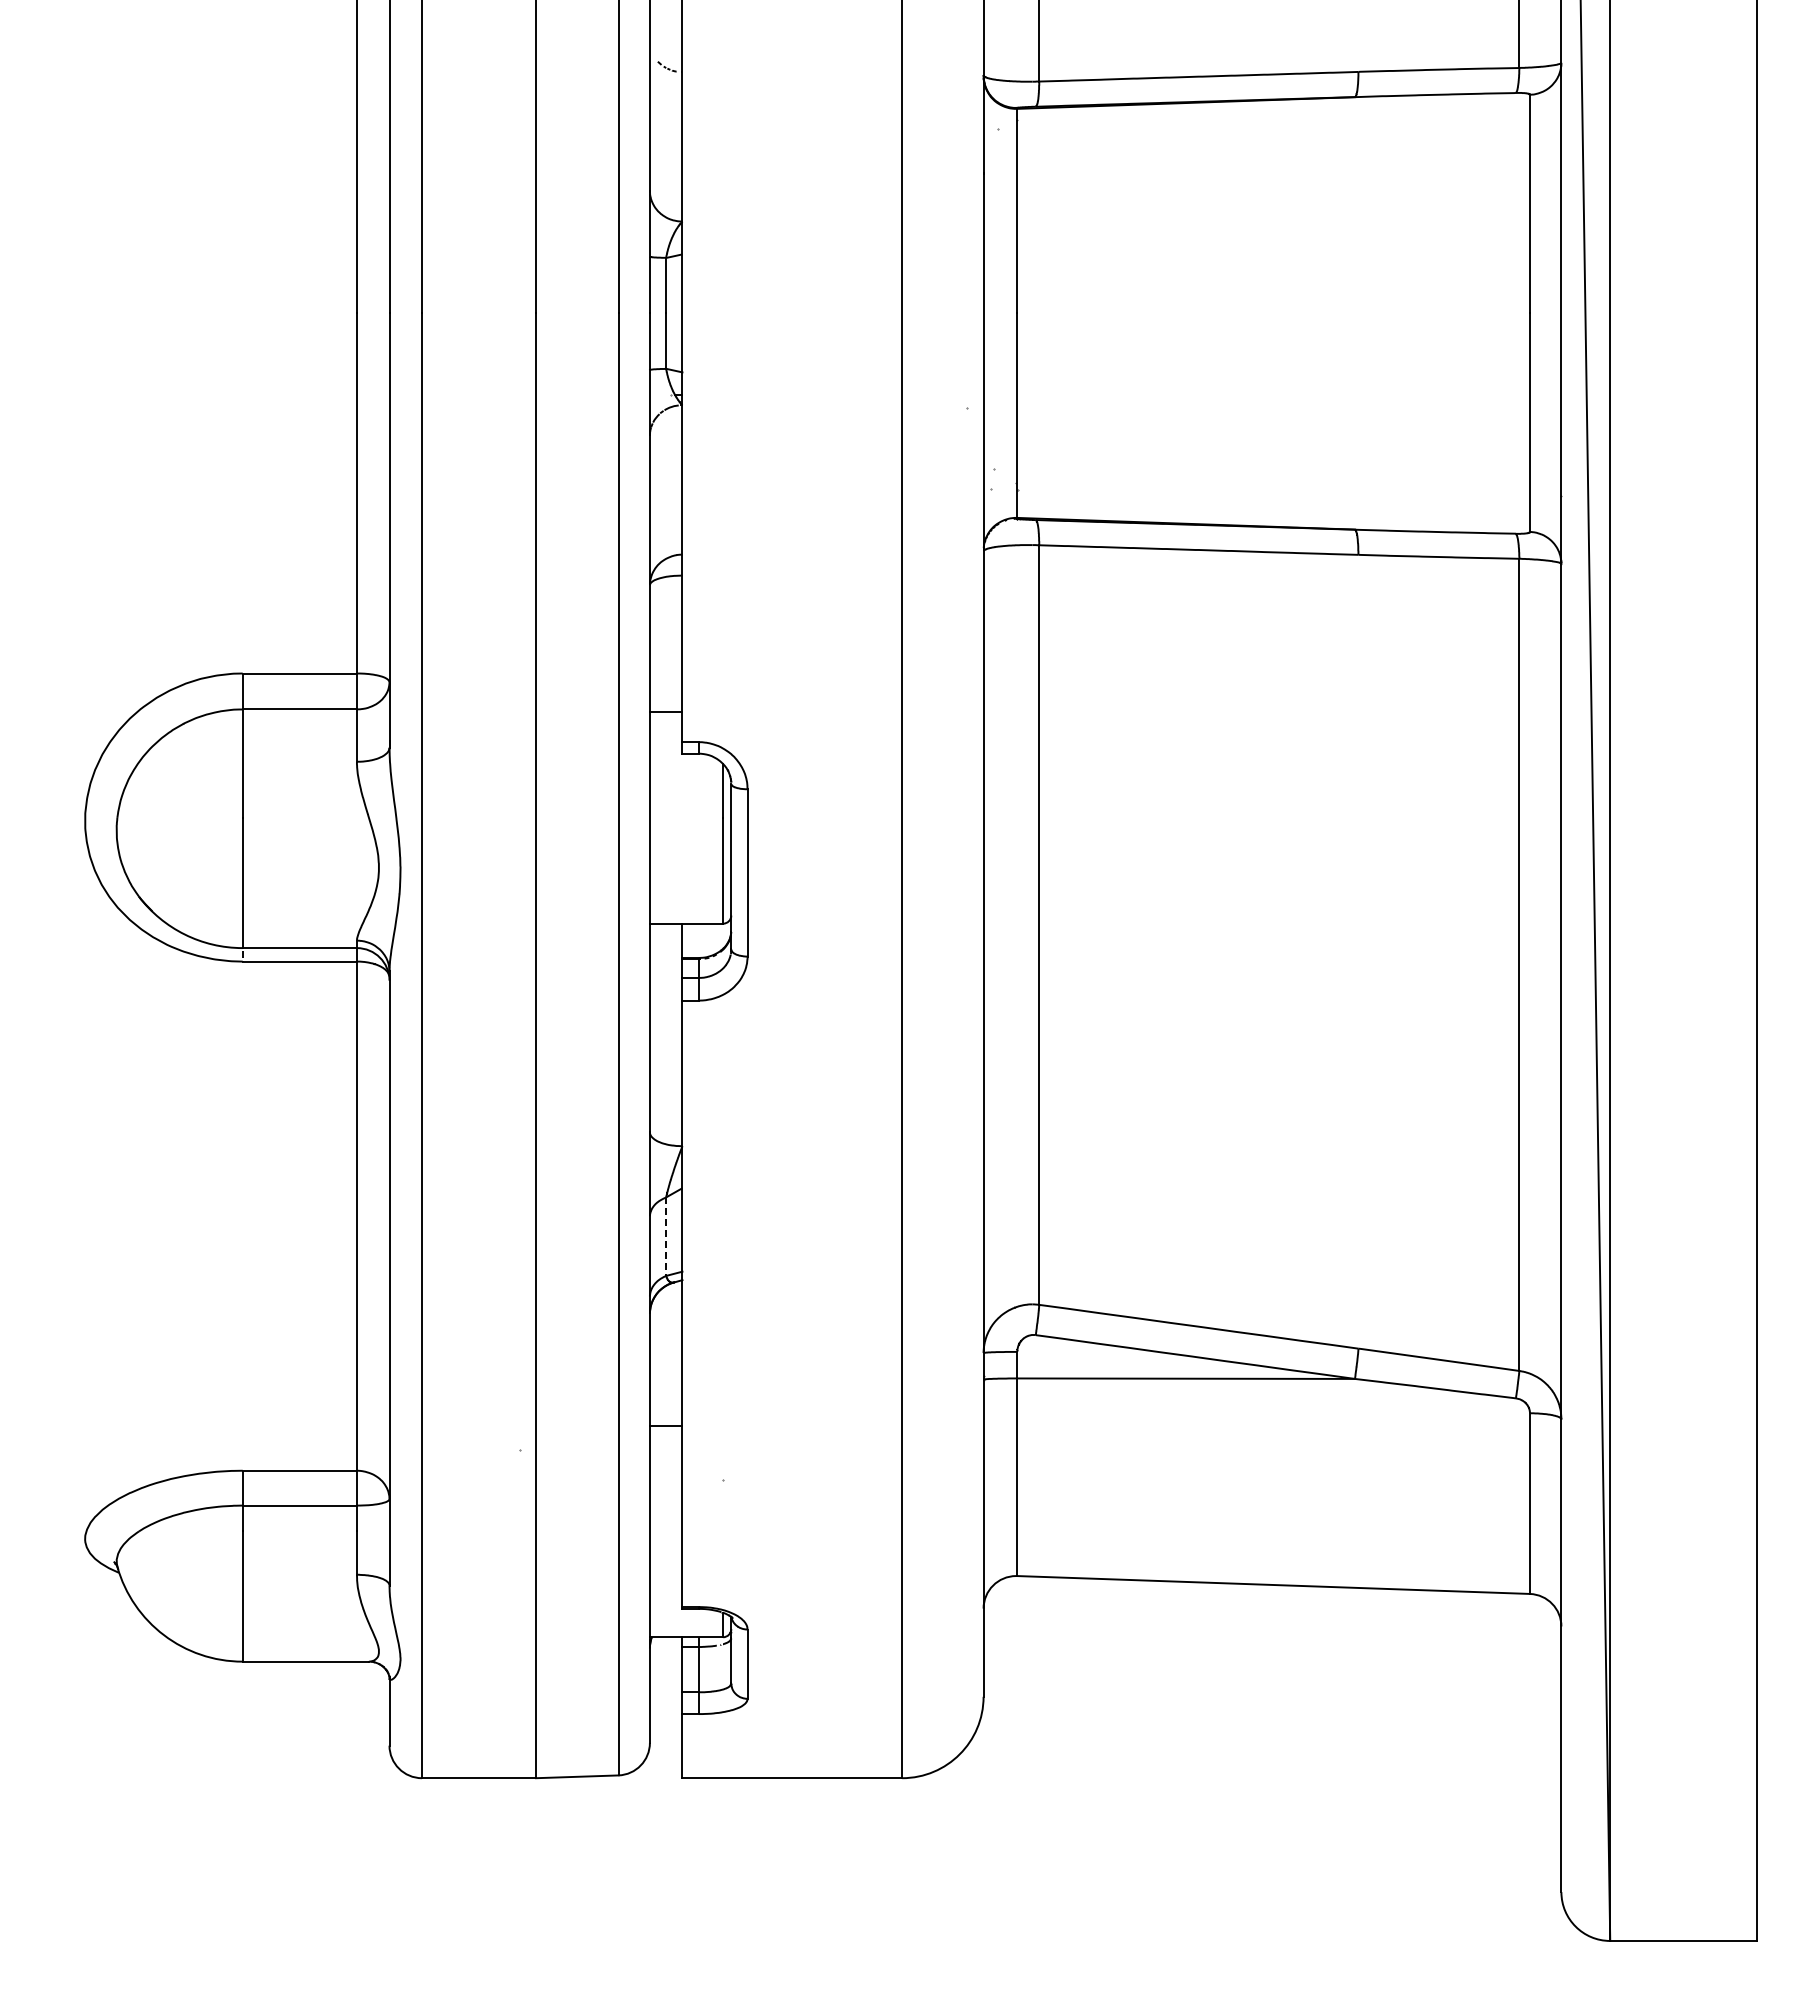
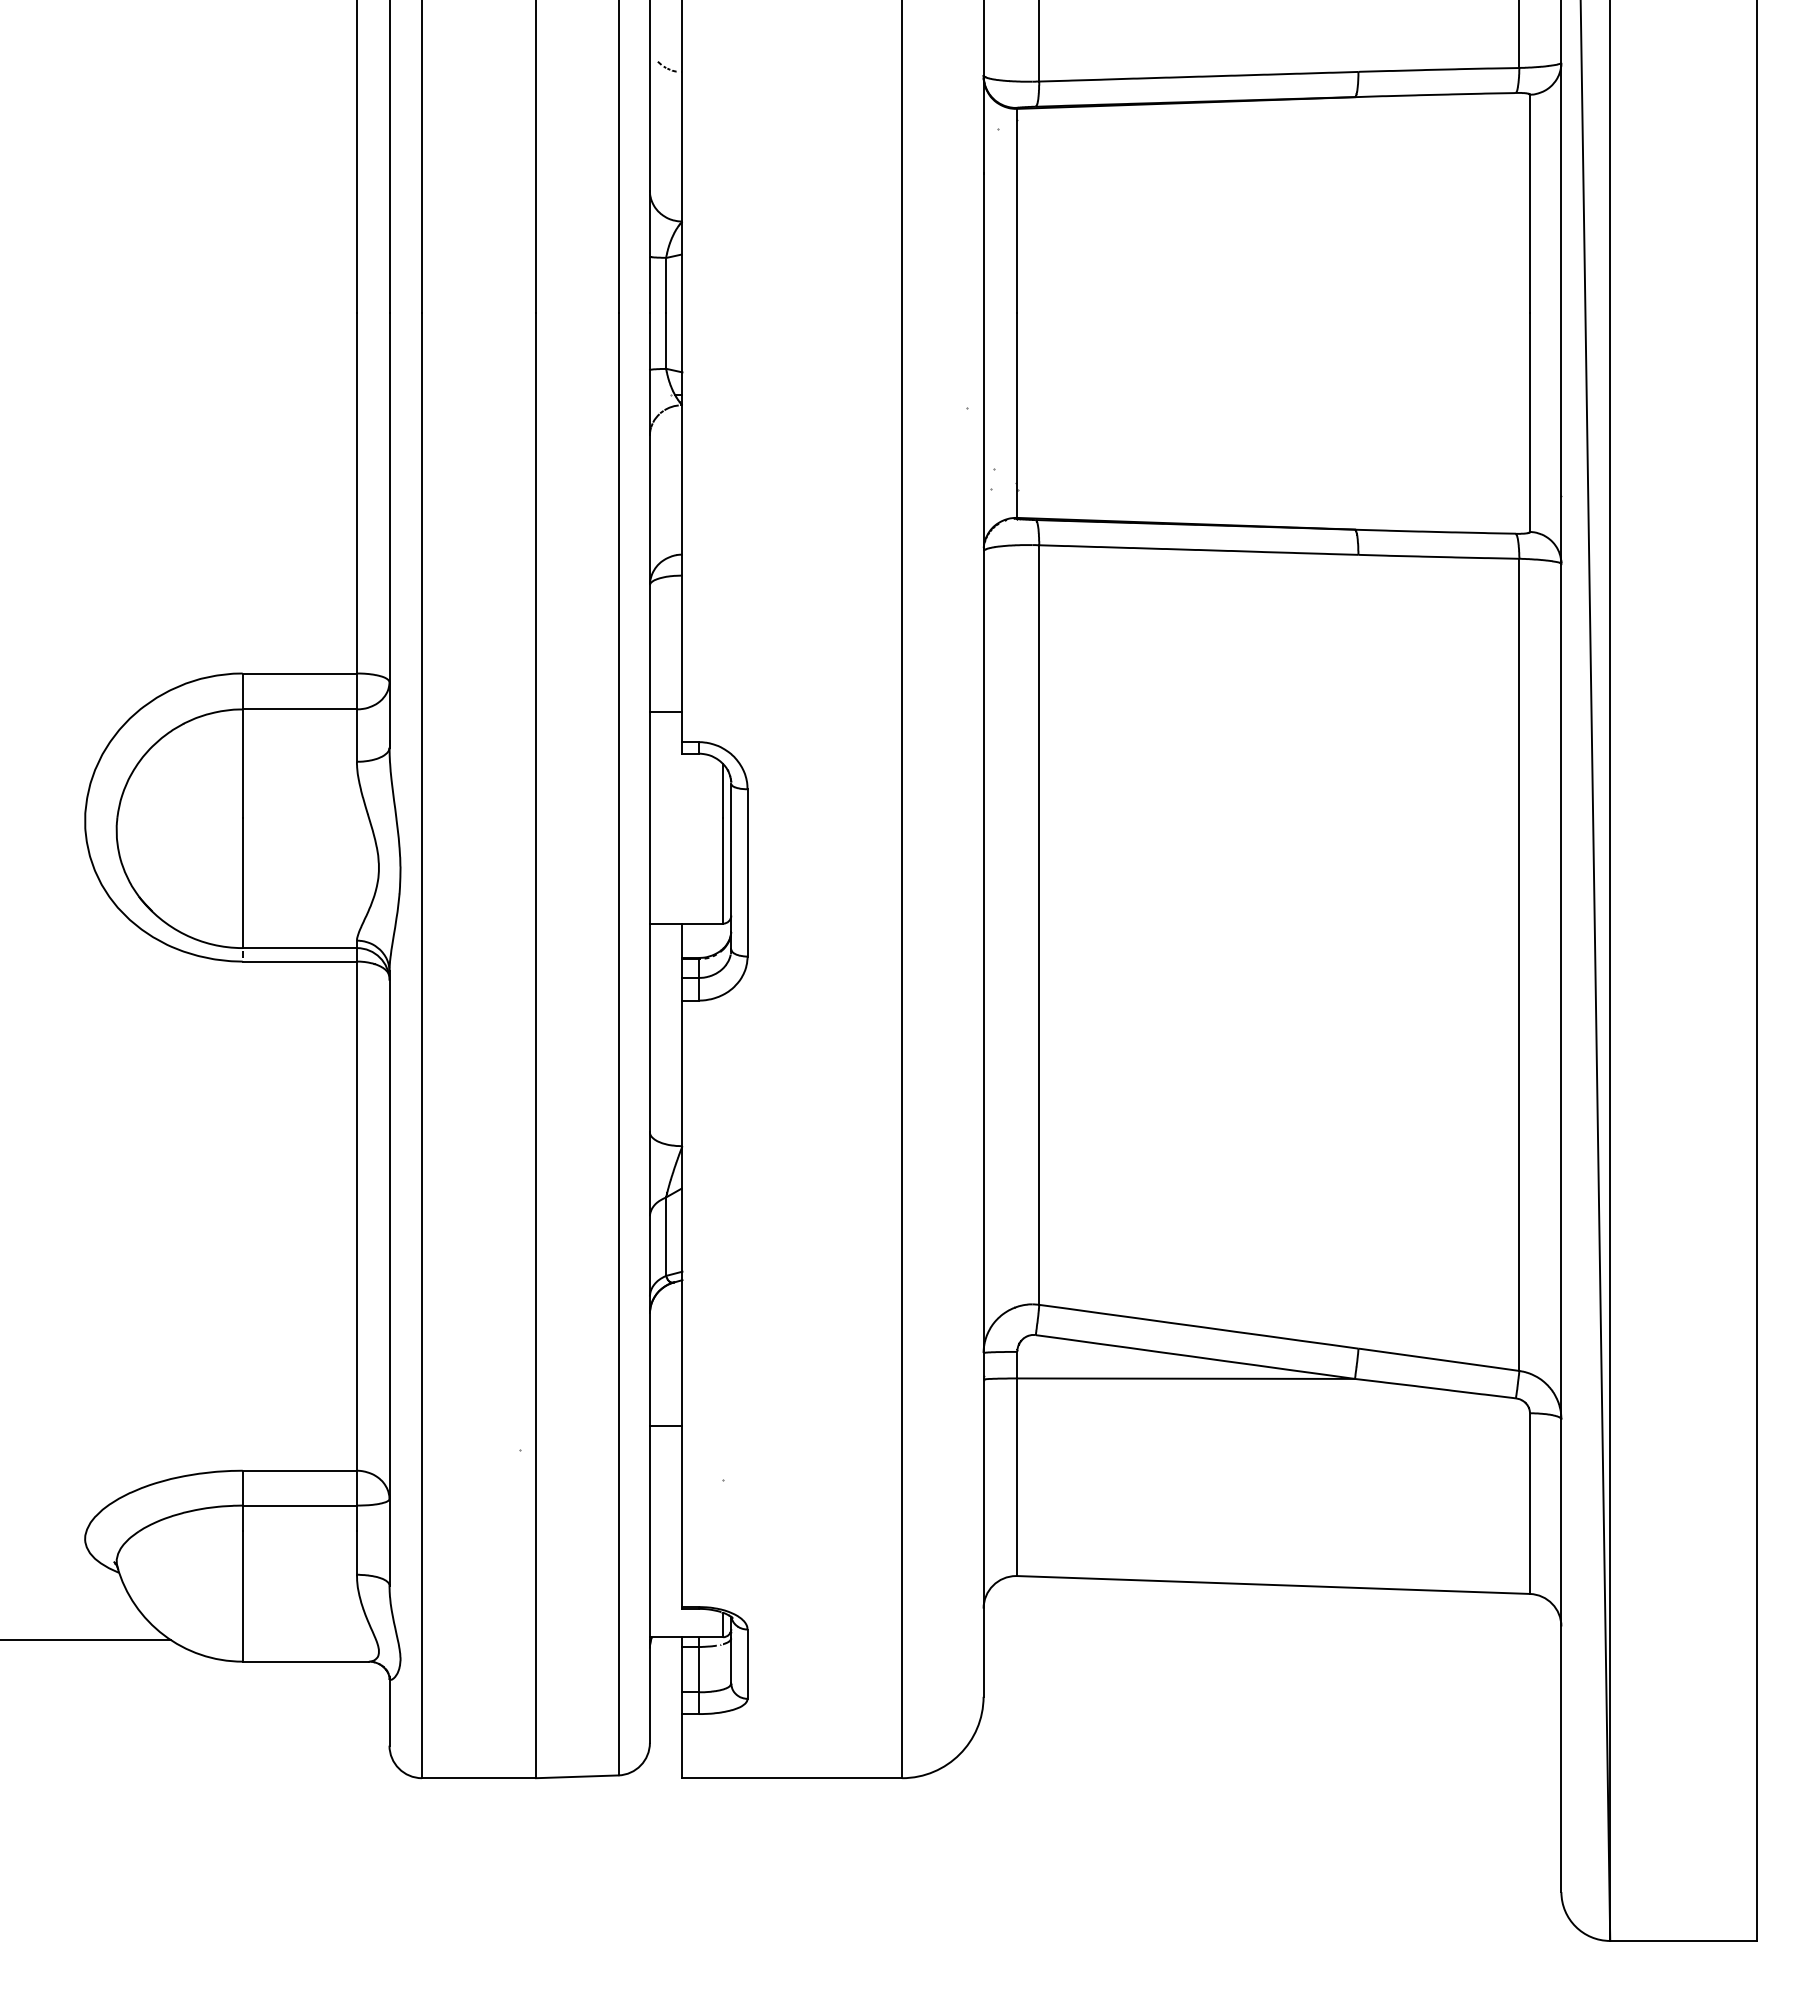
line at (666, 1237): dashed -> solid
line at (86, 1639): none -> present
